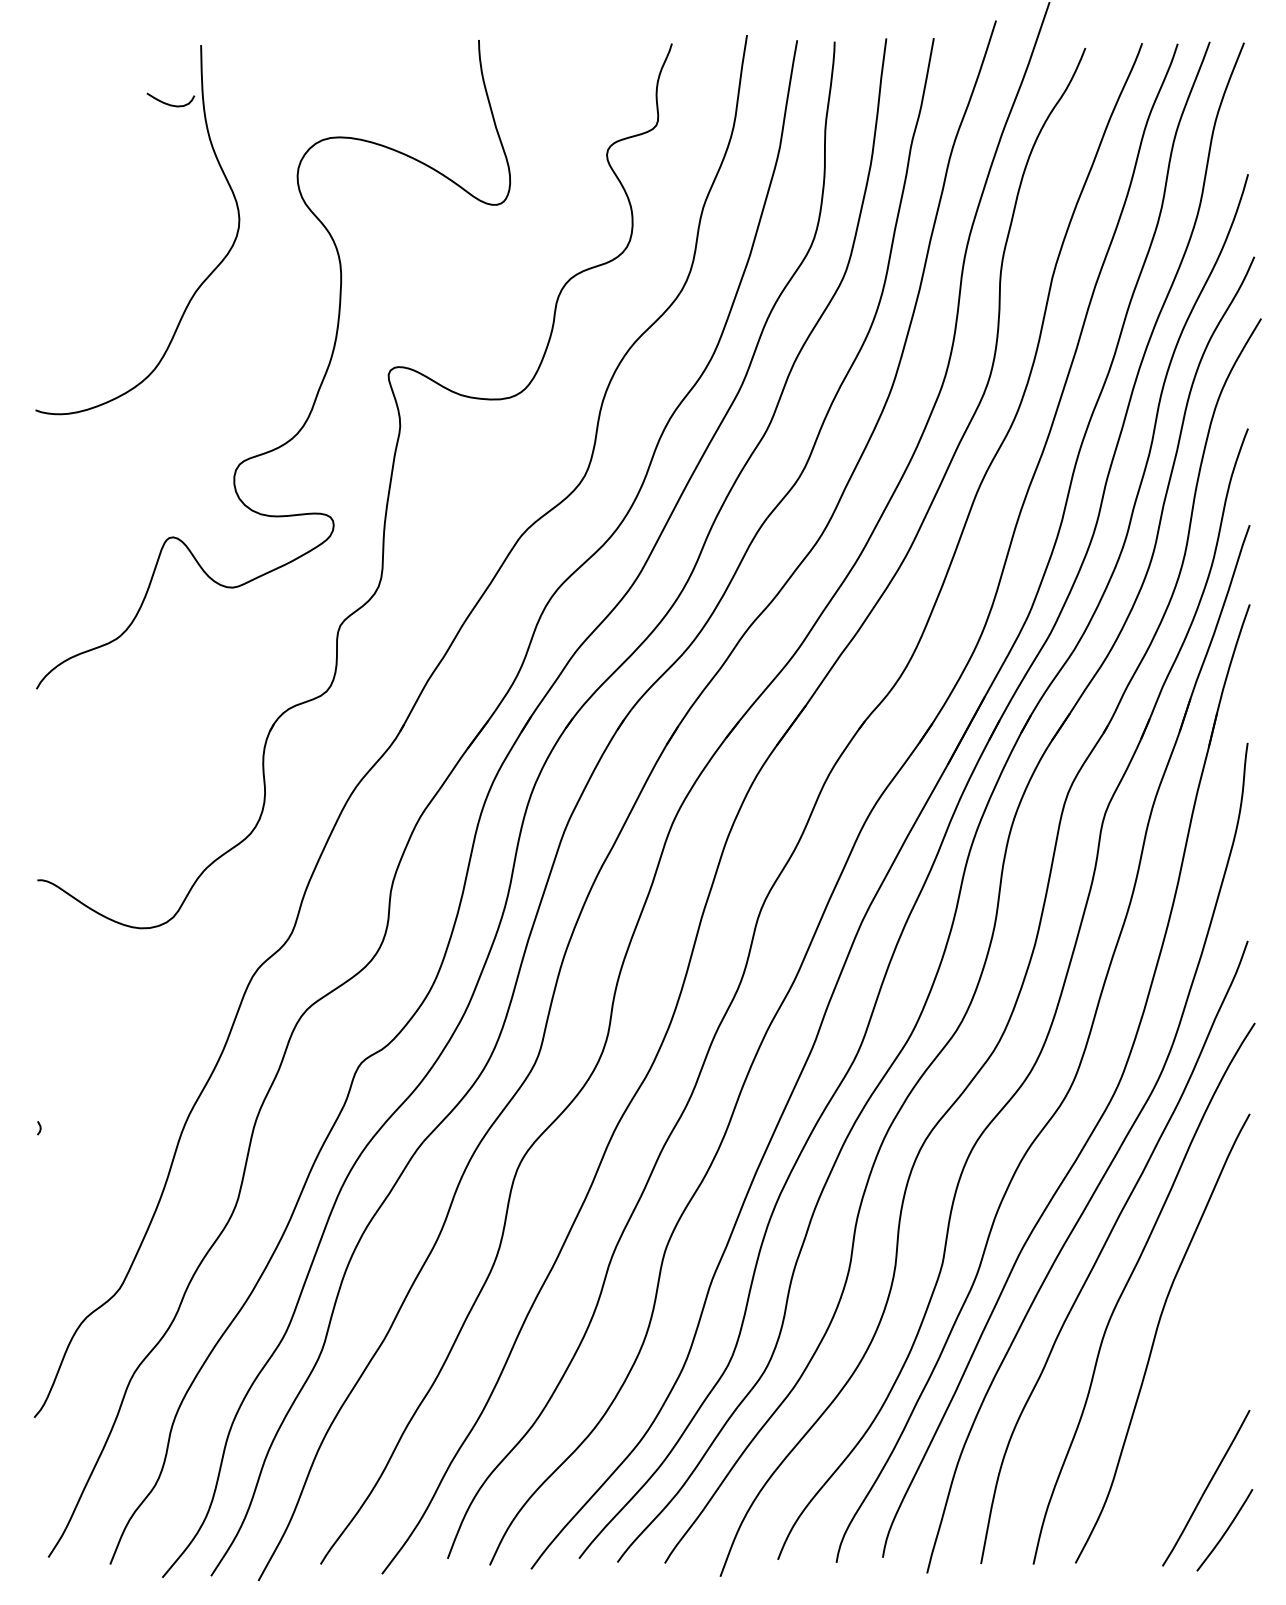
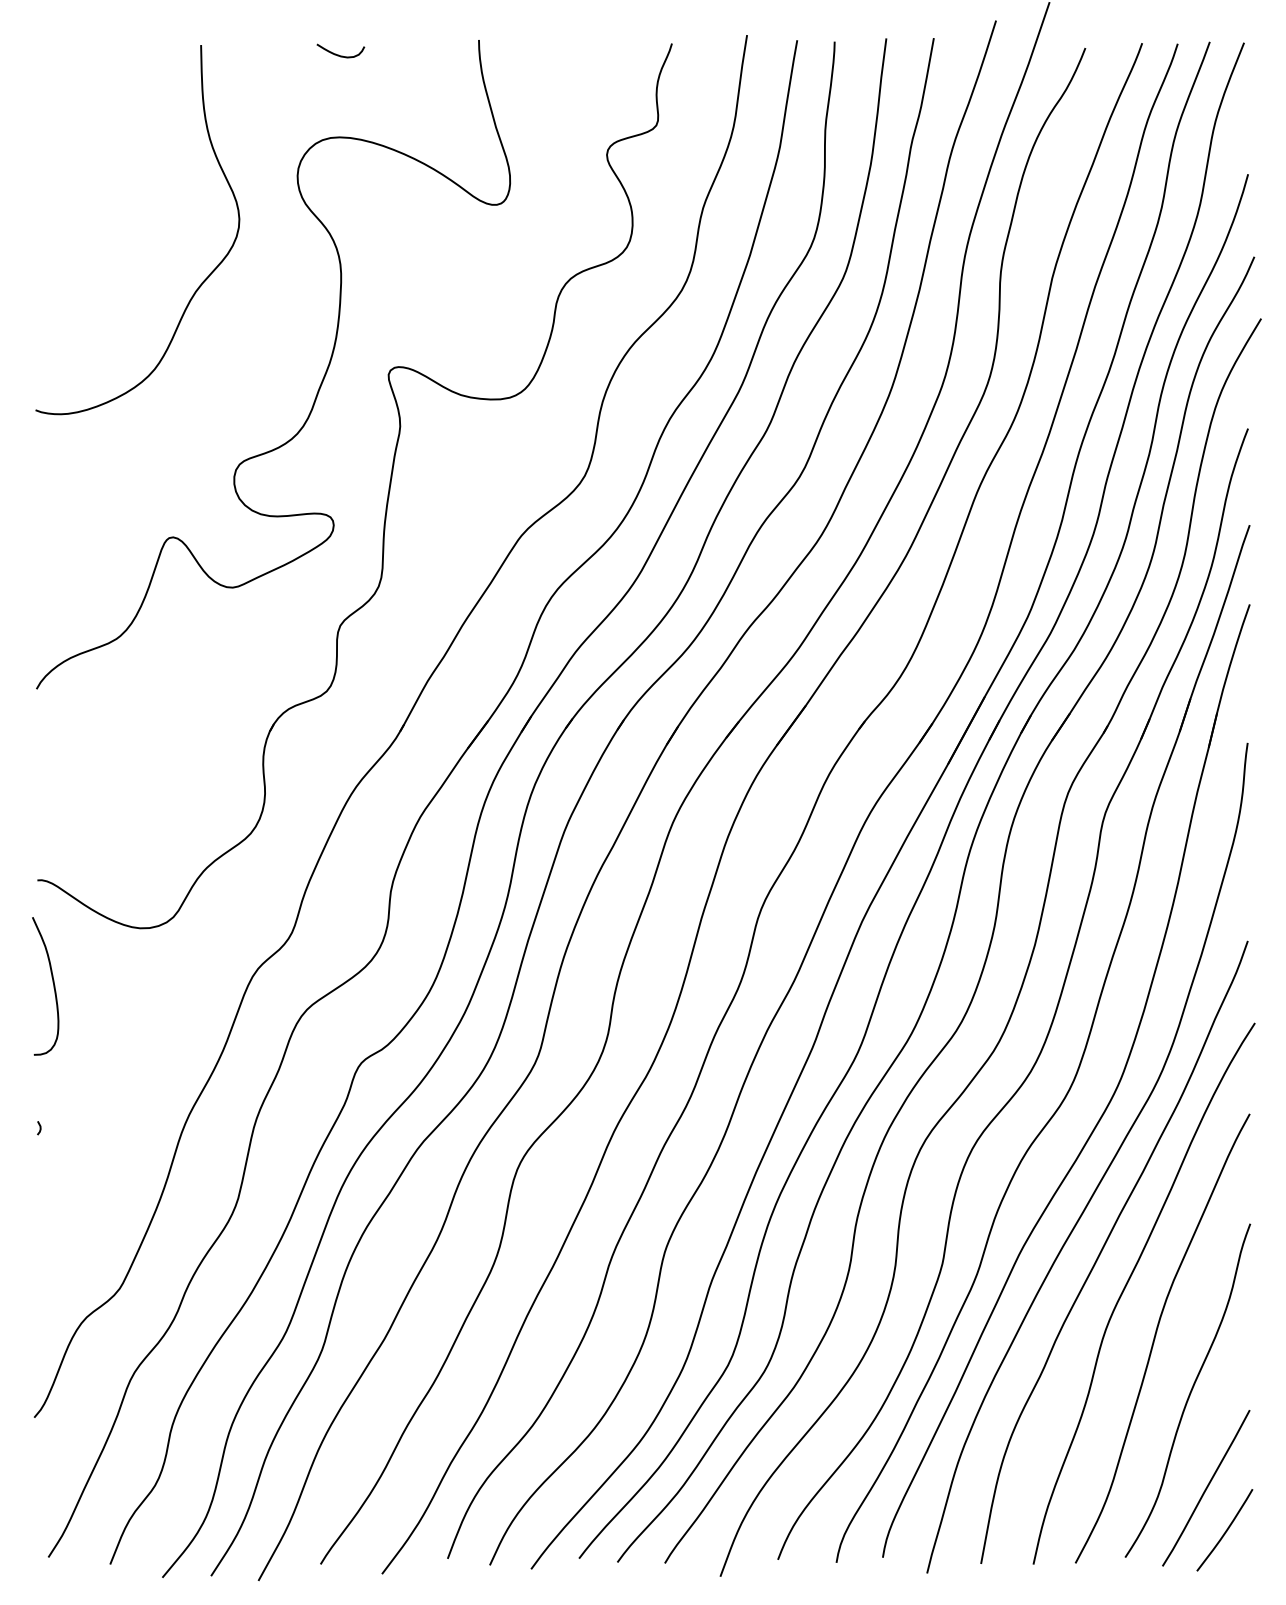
curve at (168, 103) position: (168, 103) -> (338, 54)
curve at (53, 986): none -> present
curve at (1189, 1392): none -> present
